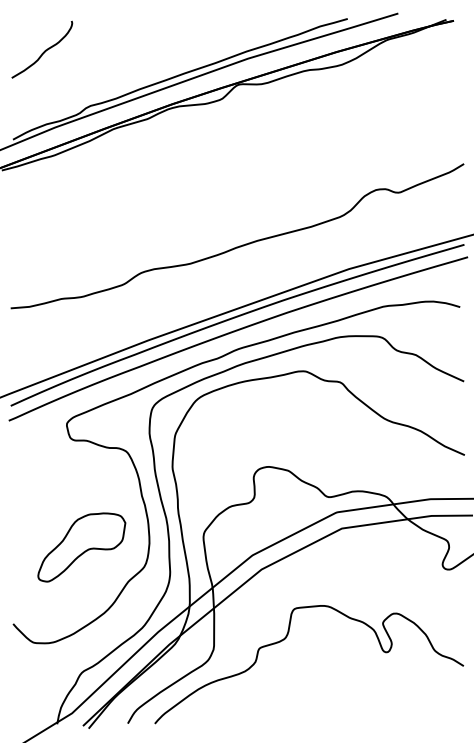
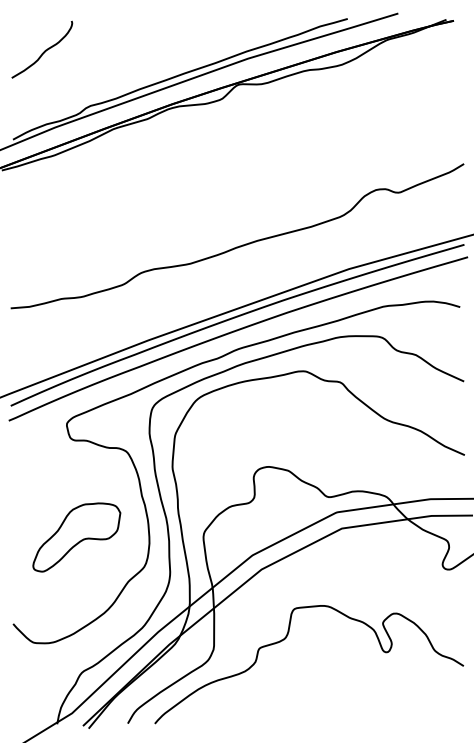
part at (81, 547) position: (81, 547) -> (76, 537)
